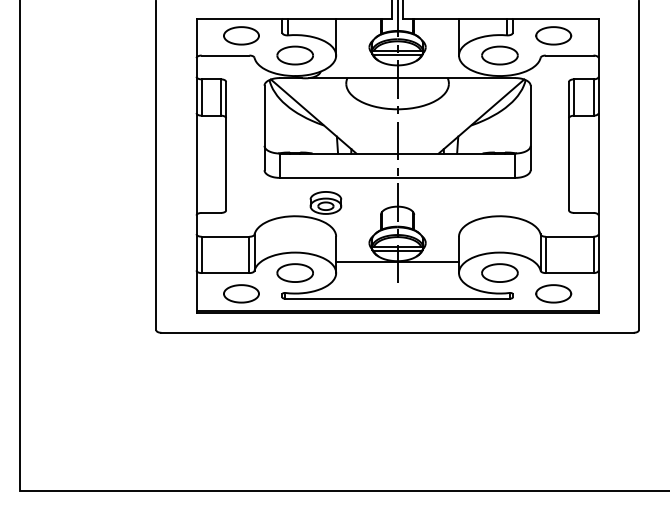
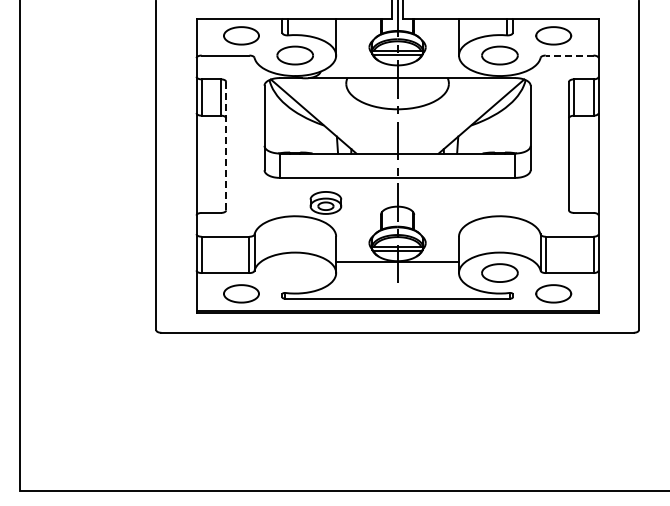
line at (569, 55): solid -> dashed
line at (226, 146): solid -> dashed
part at (294, 272): present -> none
